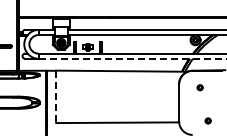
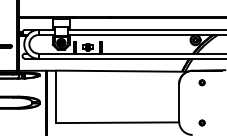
line at (132, 58): dashed -> solid
part at (199, 87) position: (199, 87) -> (201, 82)
line at (56, 97): dashed -> solid
part at (207, 120) position: (207, 120) -> (201, 122)
